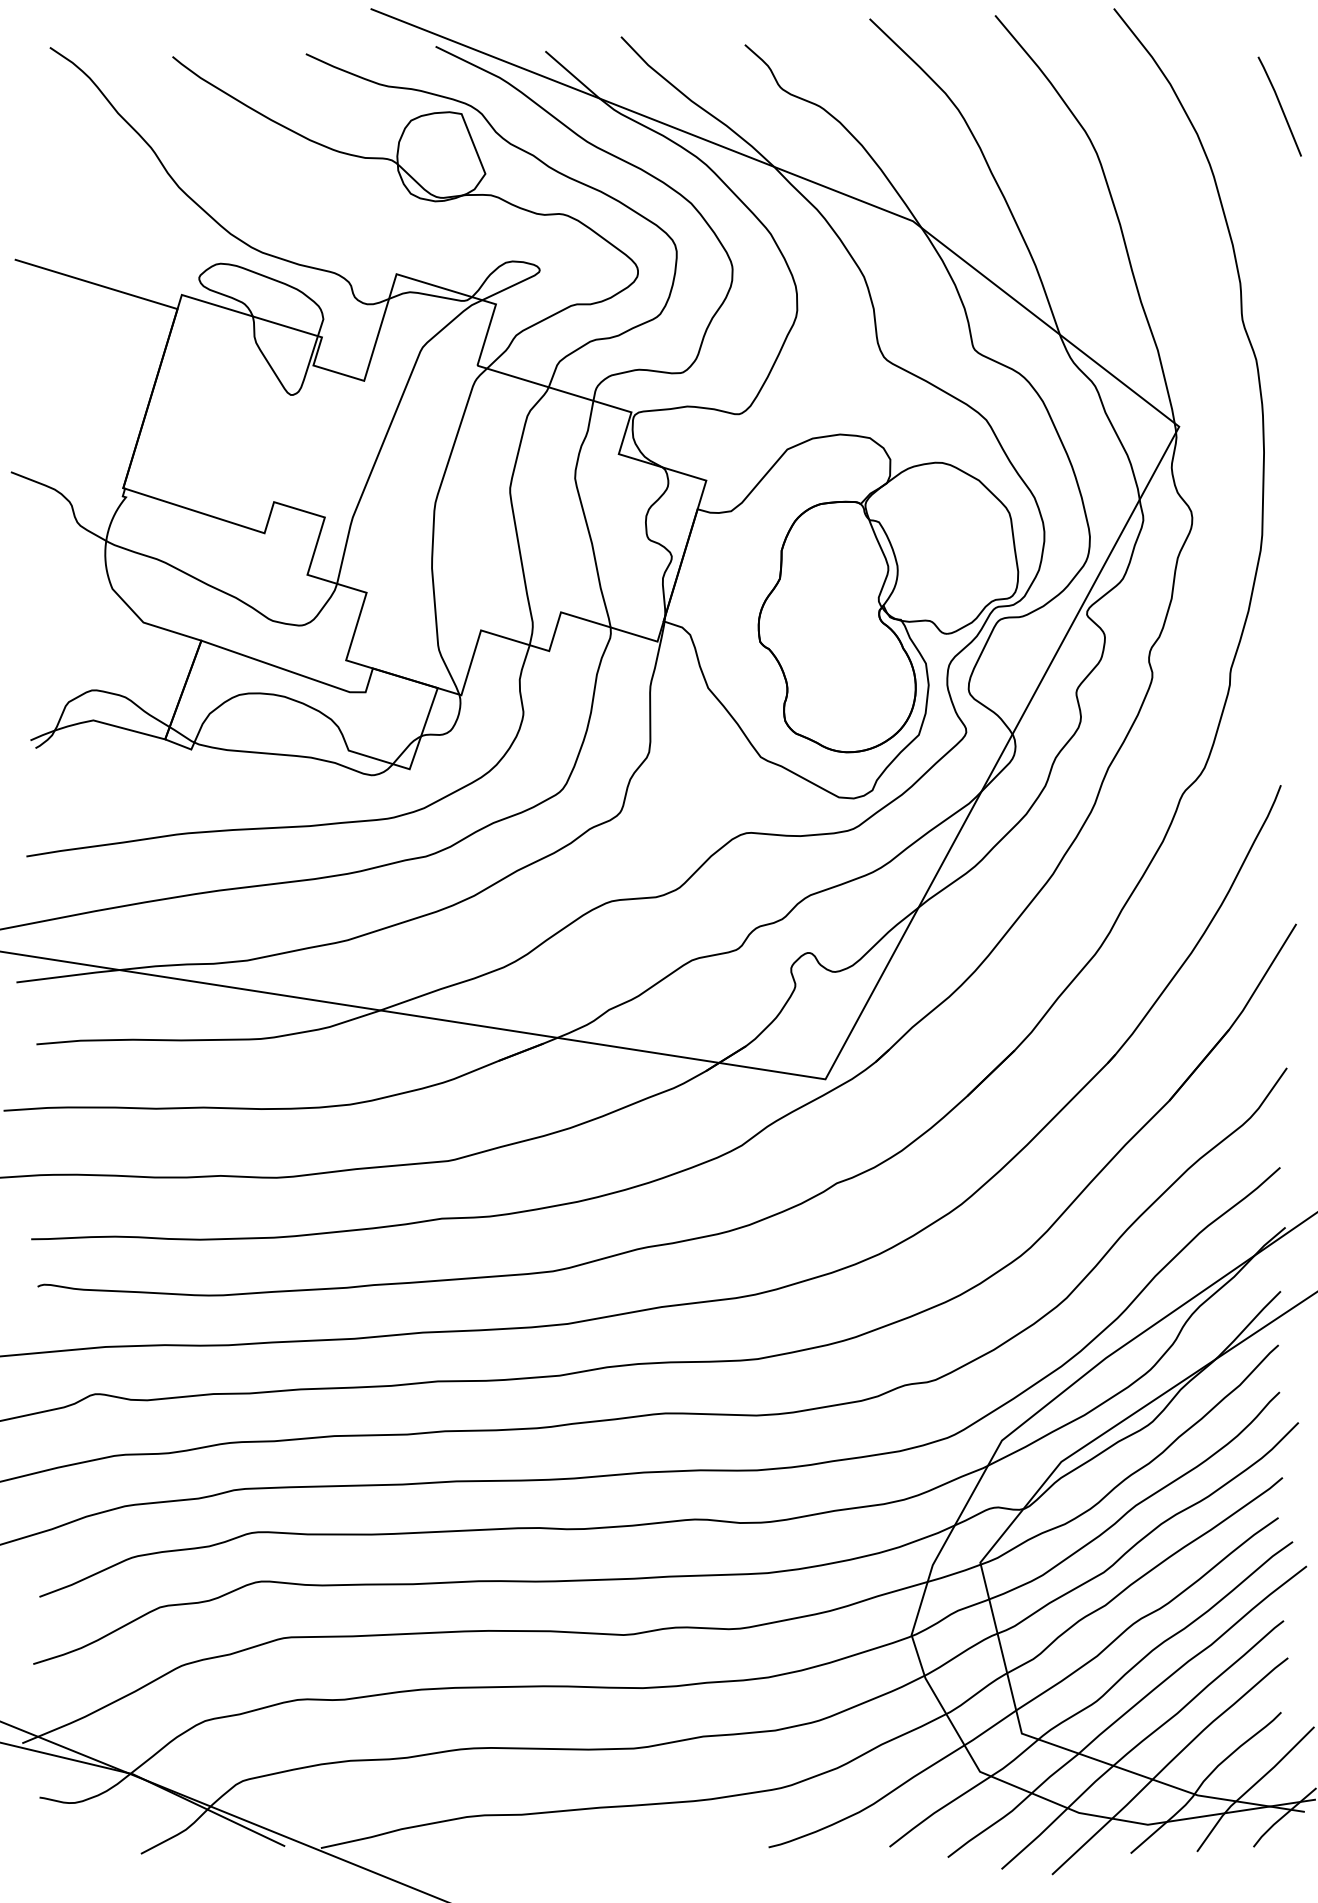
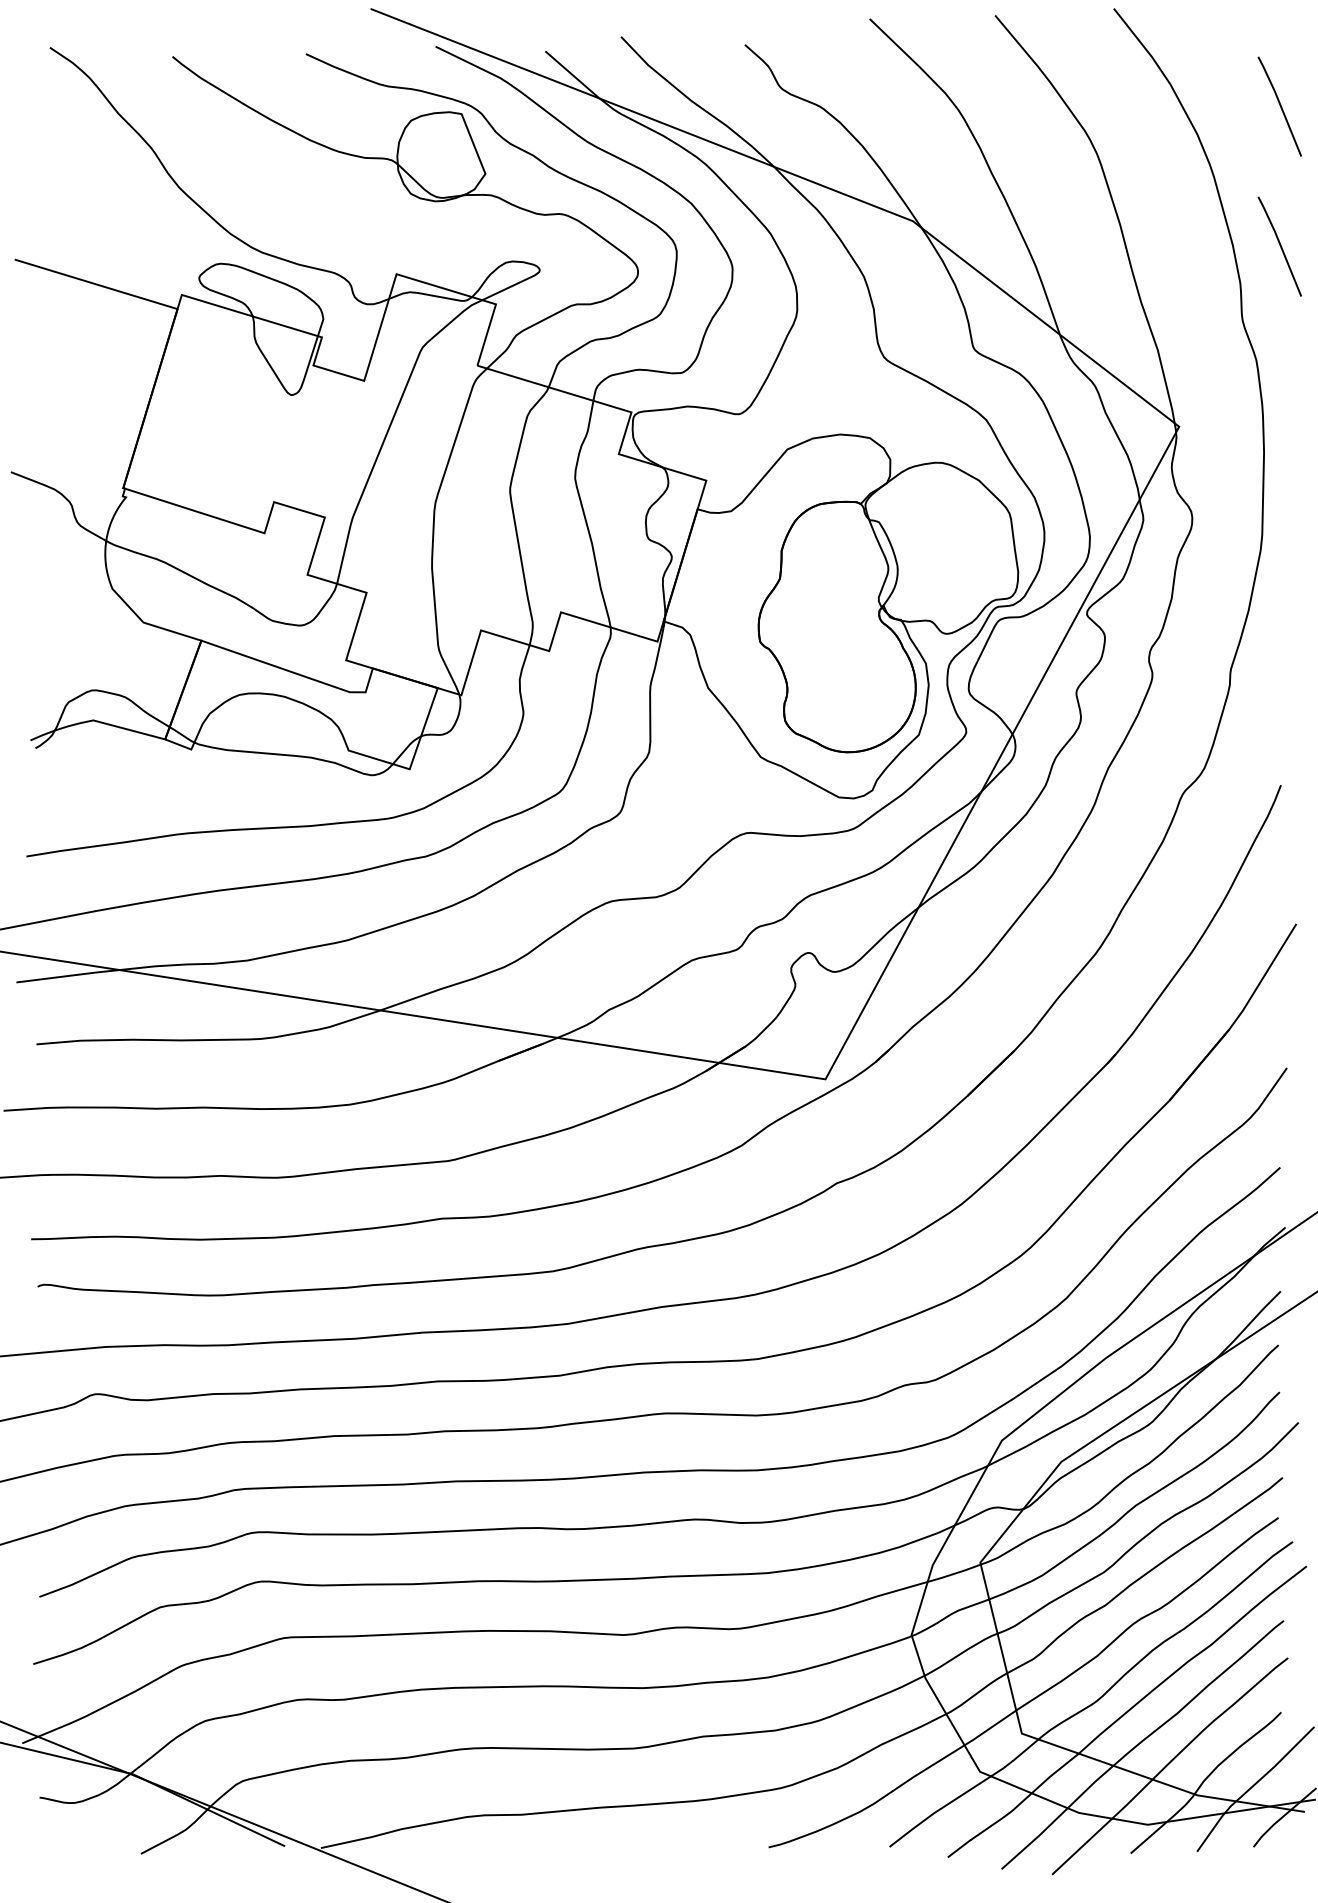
line at (1279, 245): none -> present
